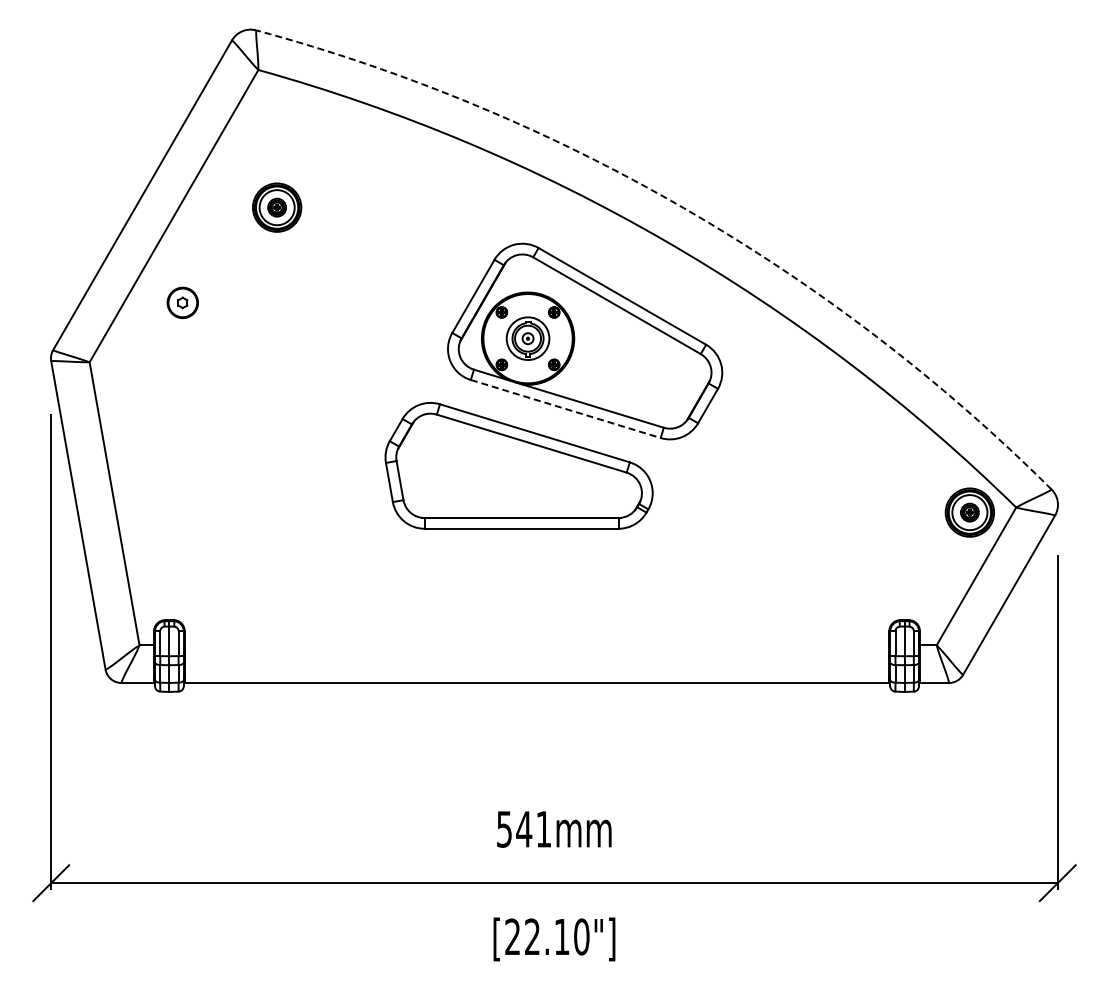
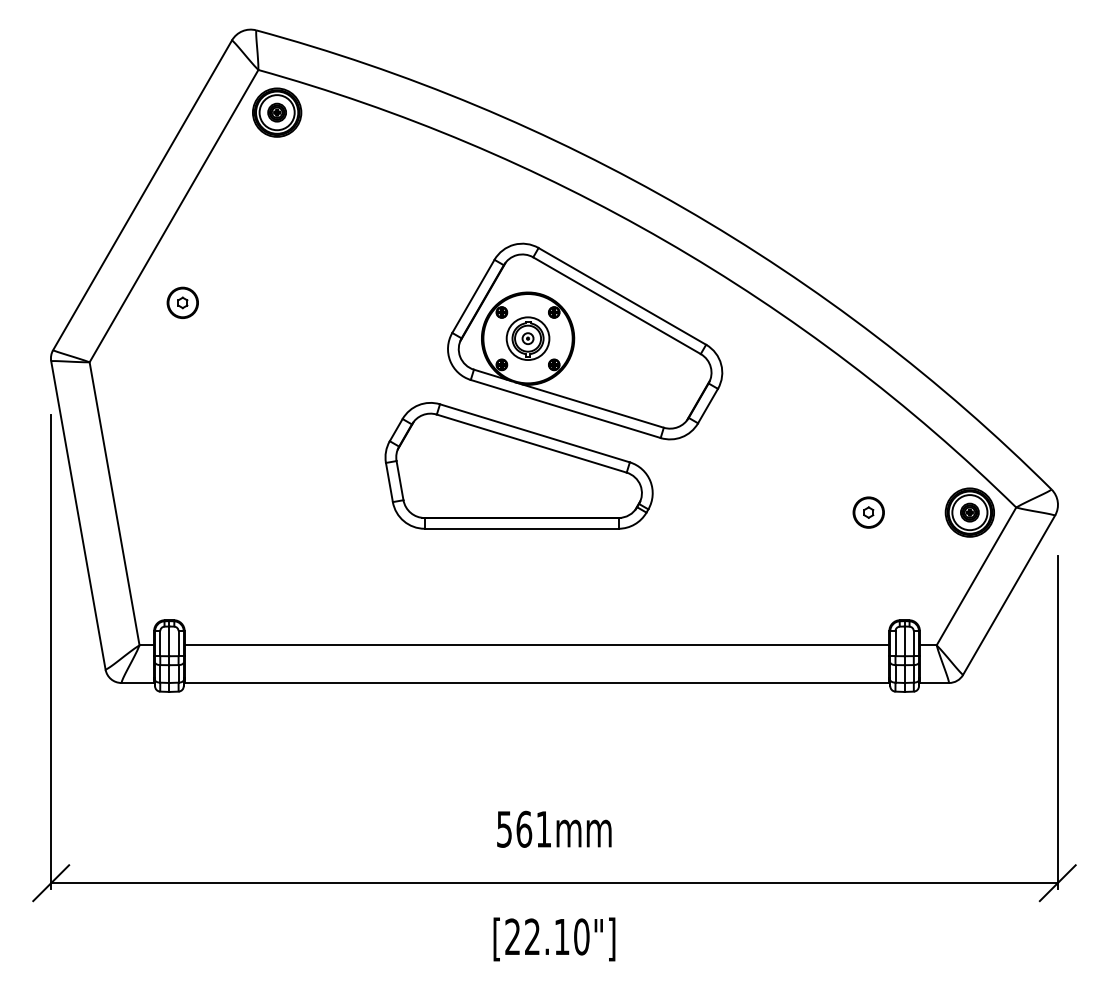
part at (277, 207) position: (277, 207) -> (277, 112)
arc at (683, 208): dashed -> solid
line at (566, 409): dashed -> solid
part at (868, 512): none -> present
line at (536, 645): none -> present
text at (524, 828): 541mm -> 561mm
